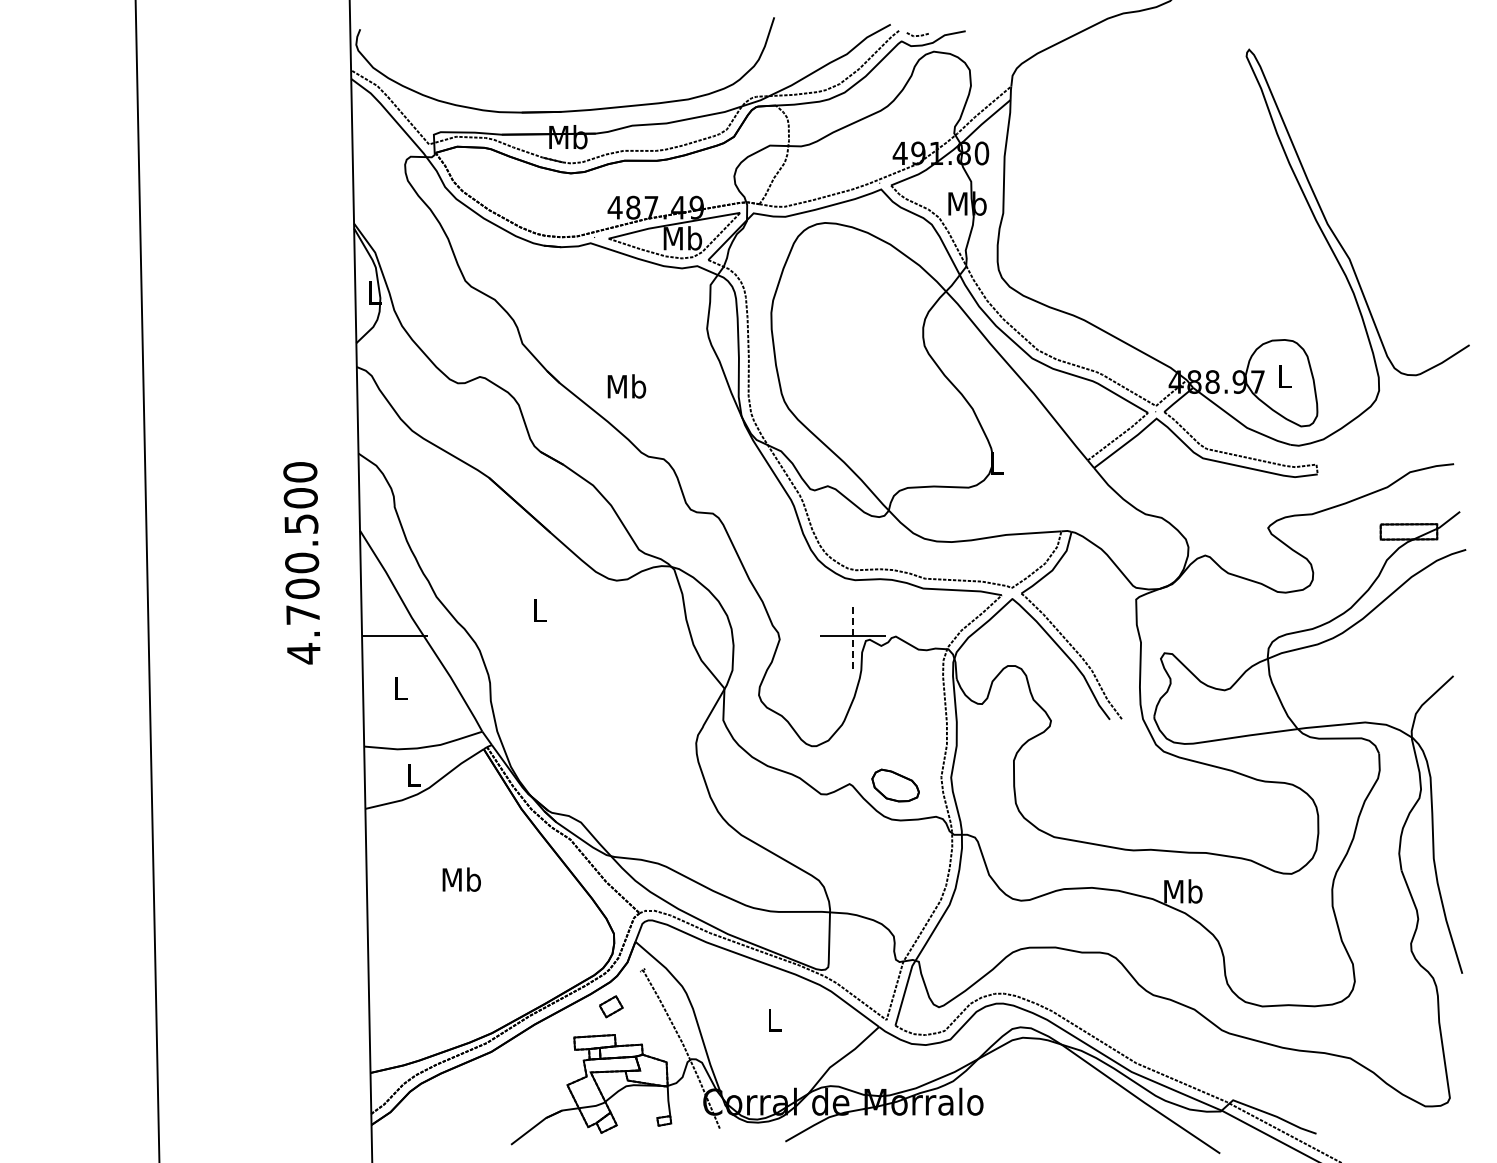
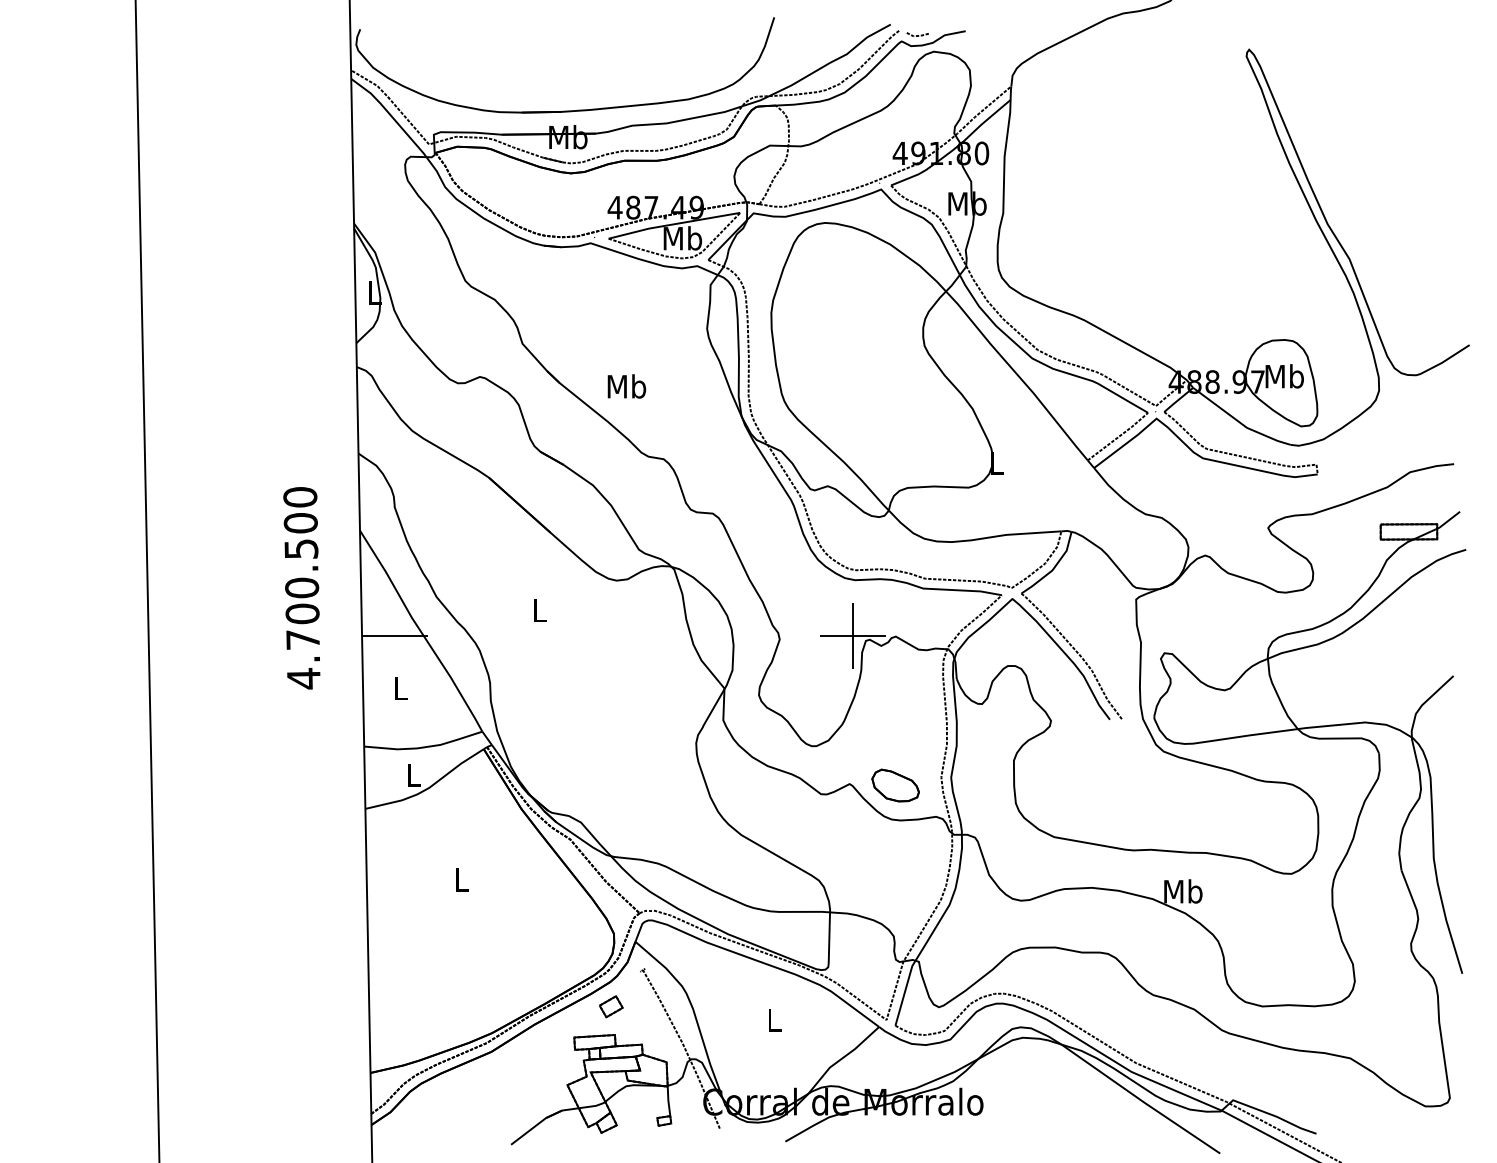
text at (1284, 376): L -> Mb
text at (301, 563) position: (301, 563) -> (301, 588)
line at (853, 635): dashed -> solid
text at (461, 879): Mb -> L
